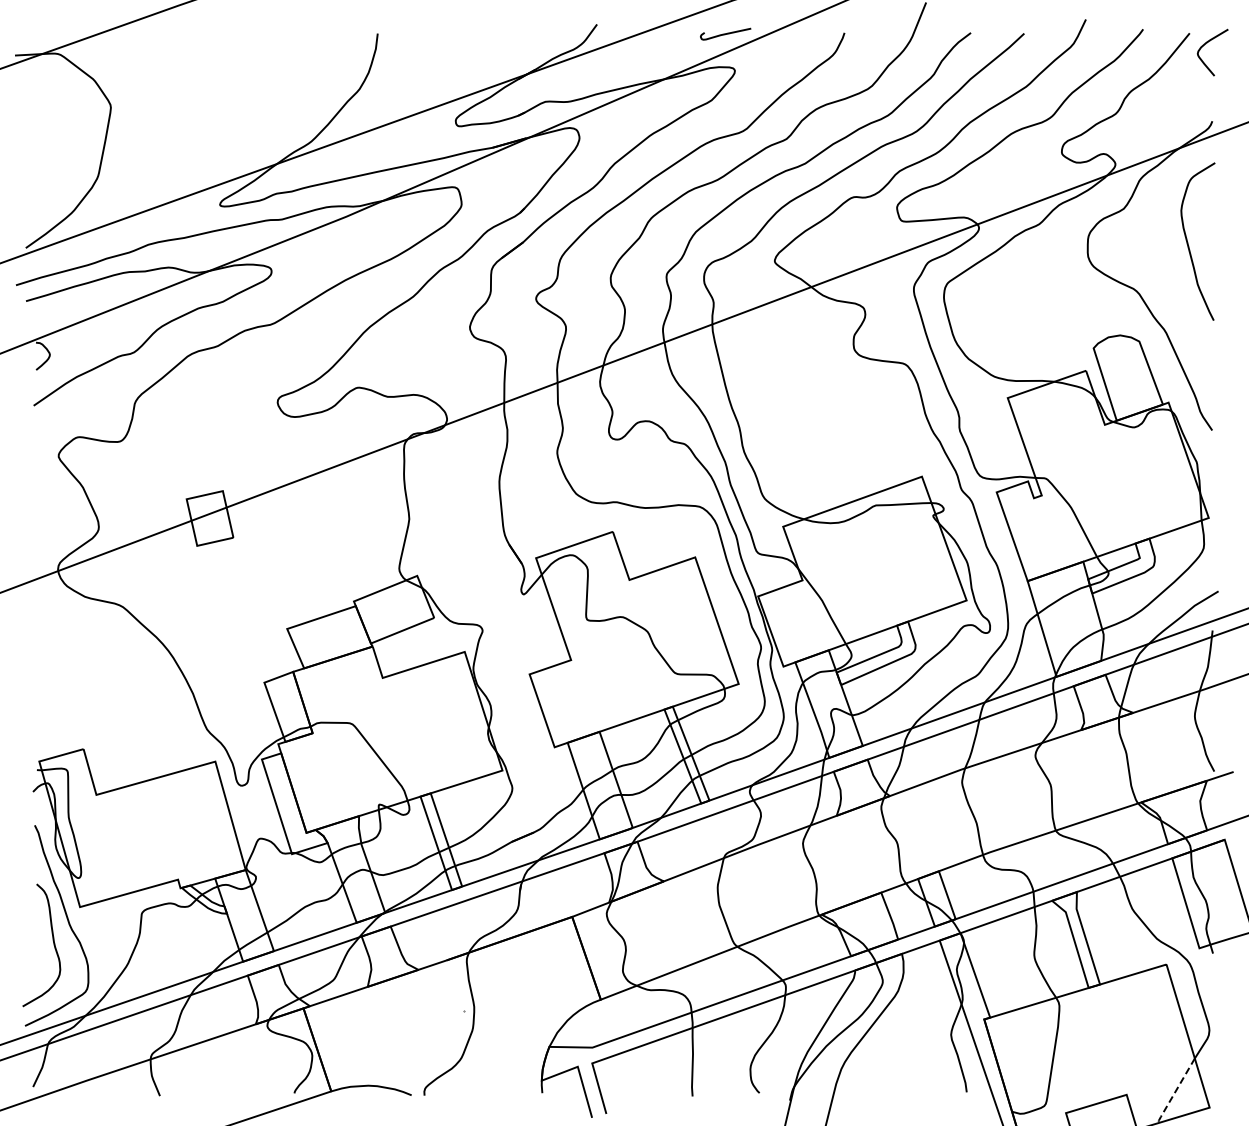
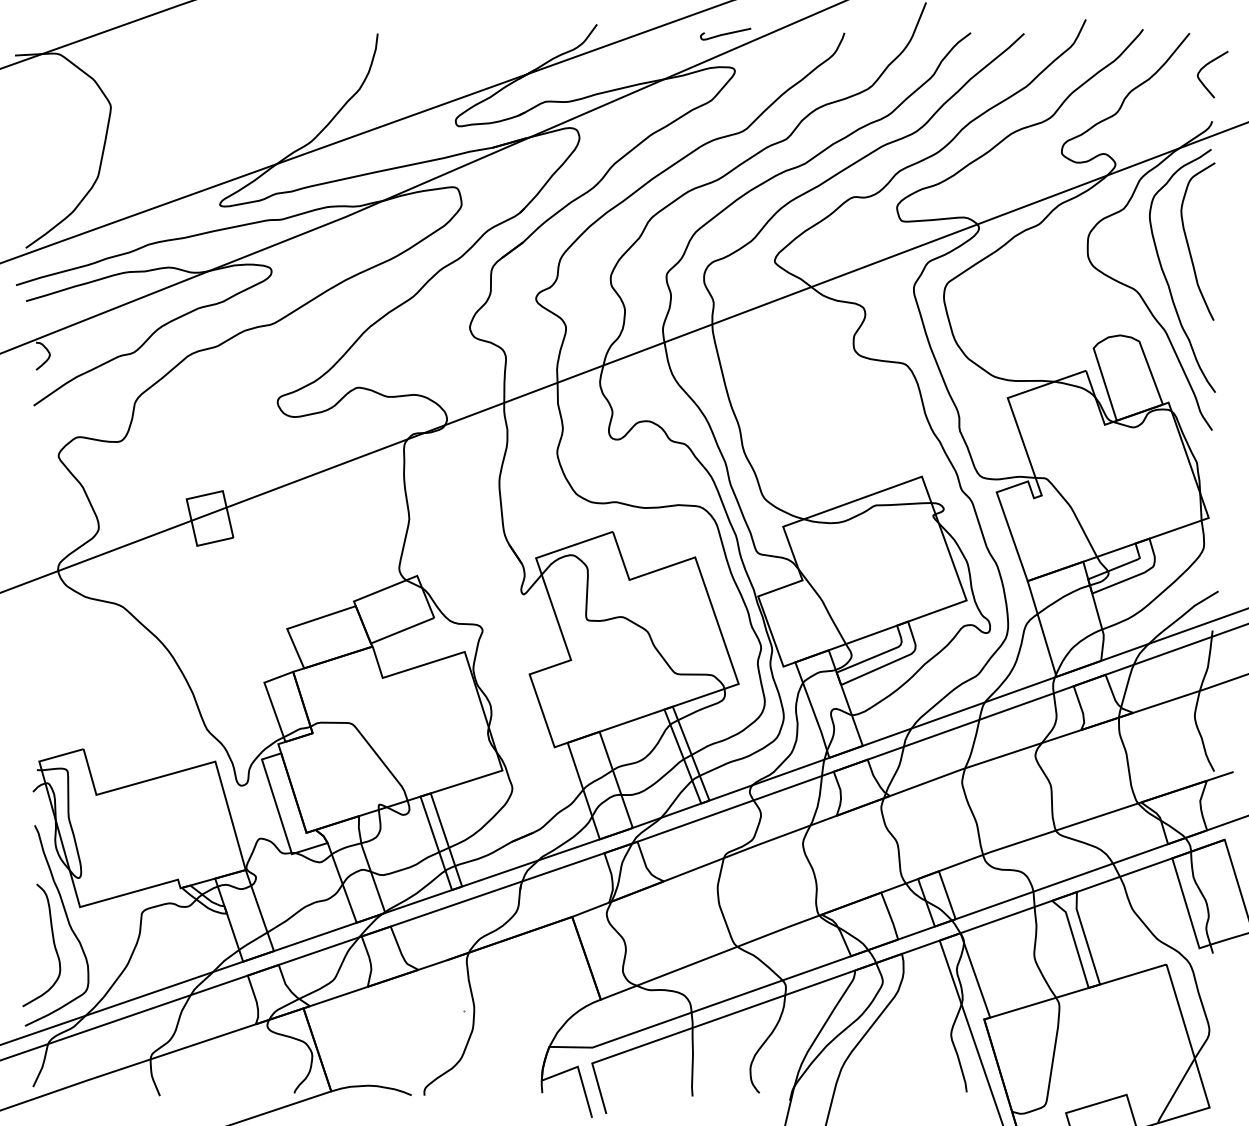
curve at (1207, 43) position: (1207, 43) -> (1207, 65)
curve at (1165, 274): none -> present
line at (1175, 1091): dashed -> solid
